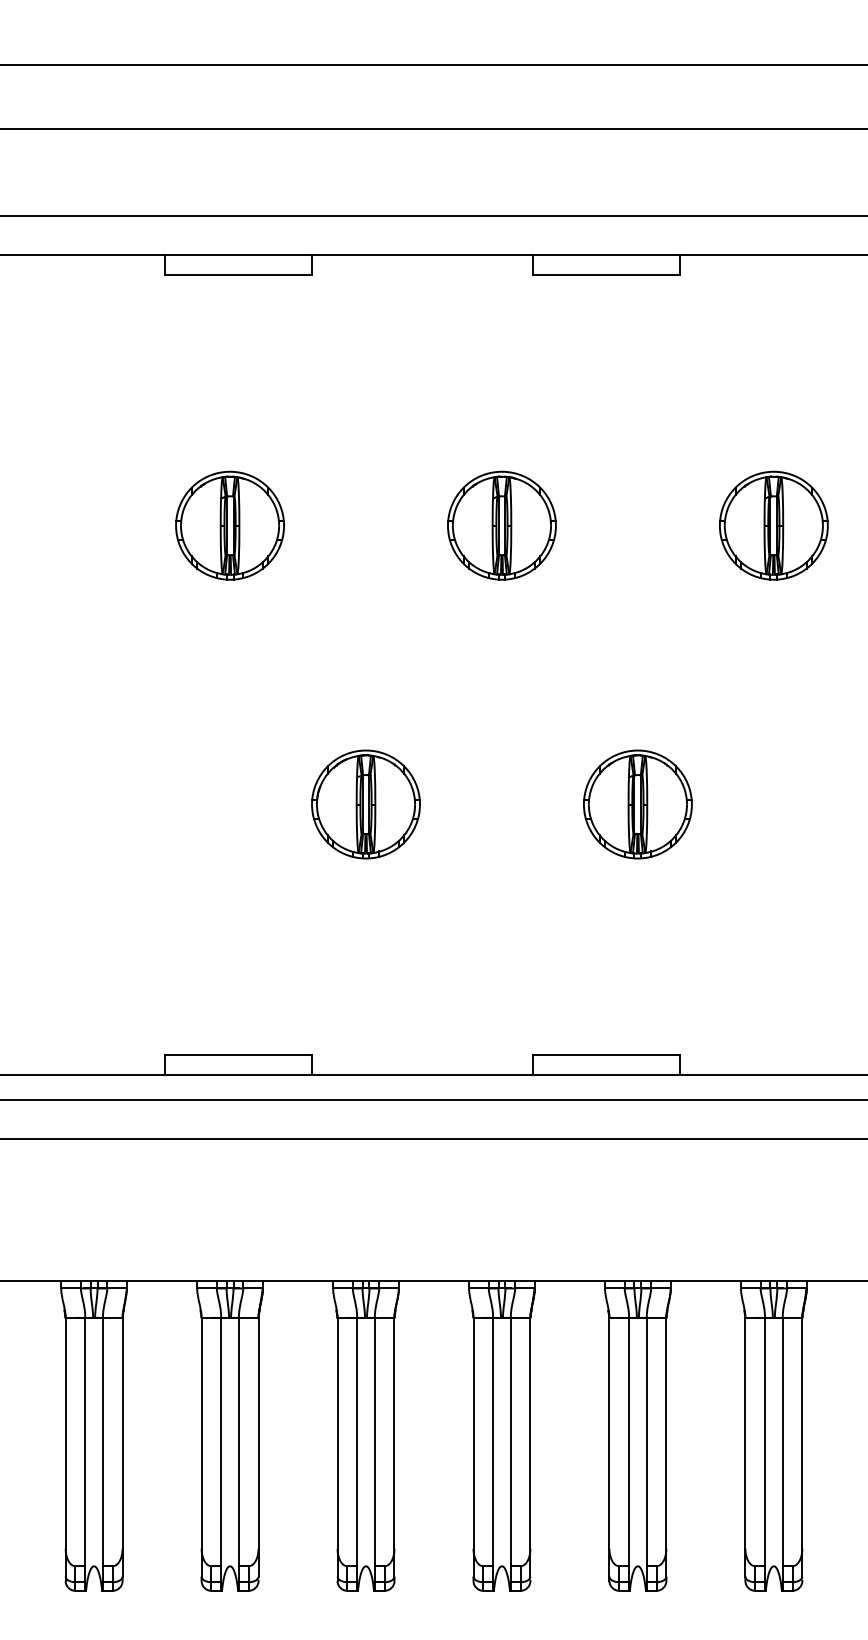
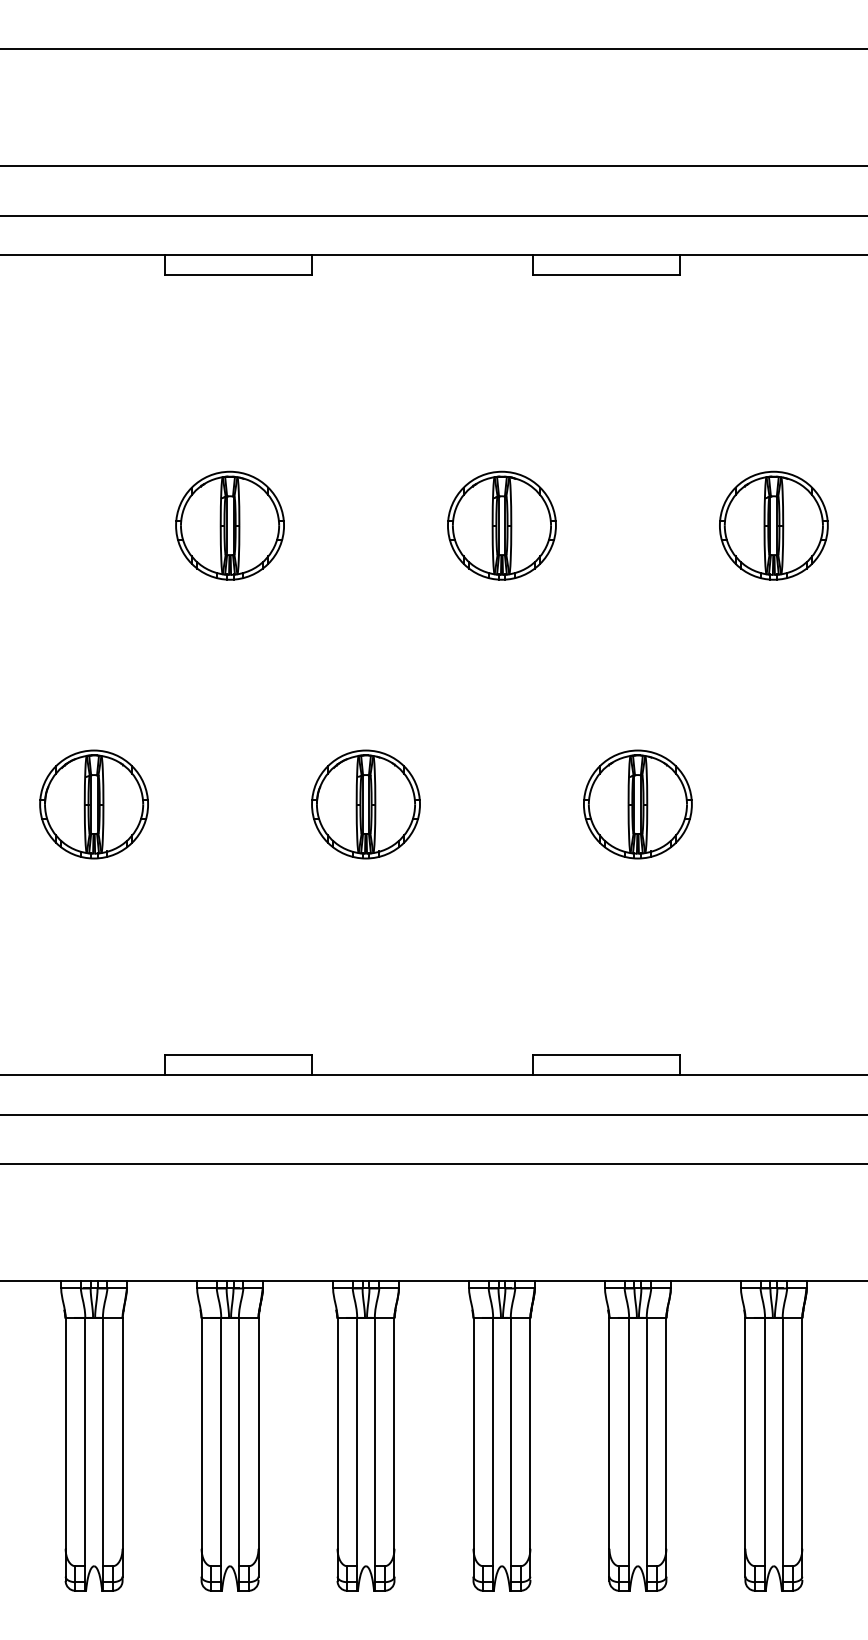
line at (433, 65) position: (433, 65) -> (433, 49)
line at (433, 129) position: (433, 129) -> (433, 166)
part at (93, 804): none -> present
line at (433, 1099) position: (433, 1099) -> (433, 1114)
line at (433, 1138) position: (433, 1138) -> (433, 1163)
